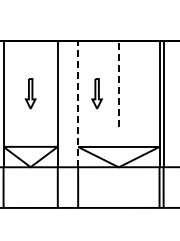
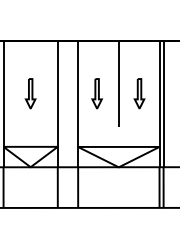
line at (118, 83): dashed -> solid
part at (139, 93): none -> present
line at (78, 103): dashed -> solid
